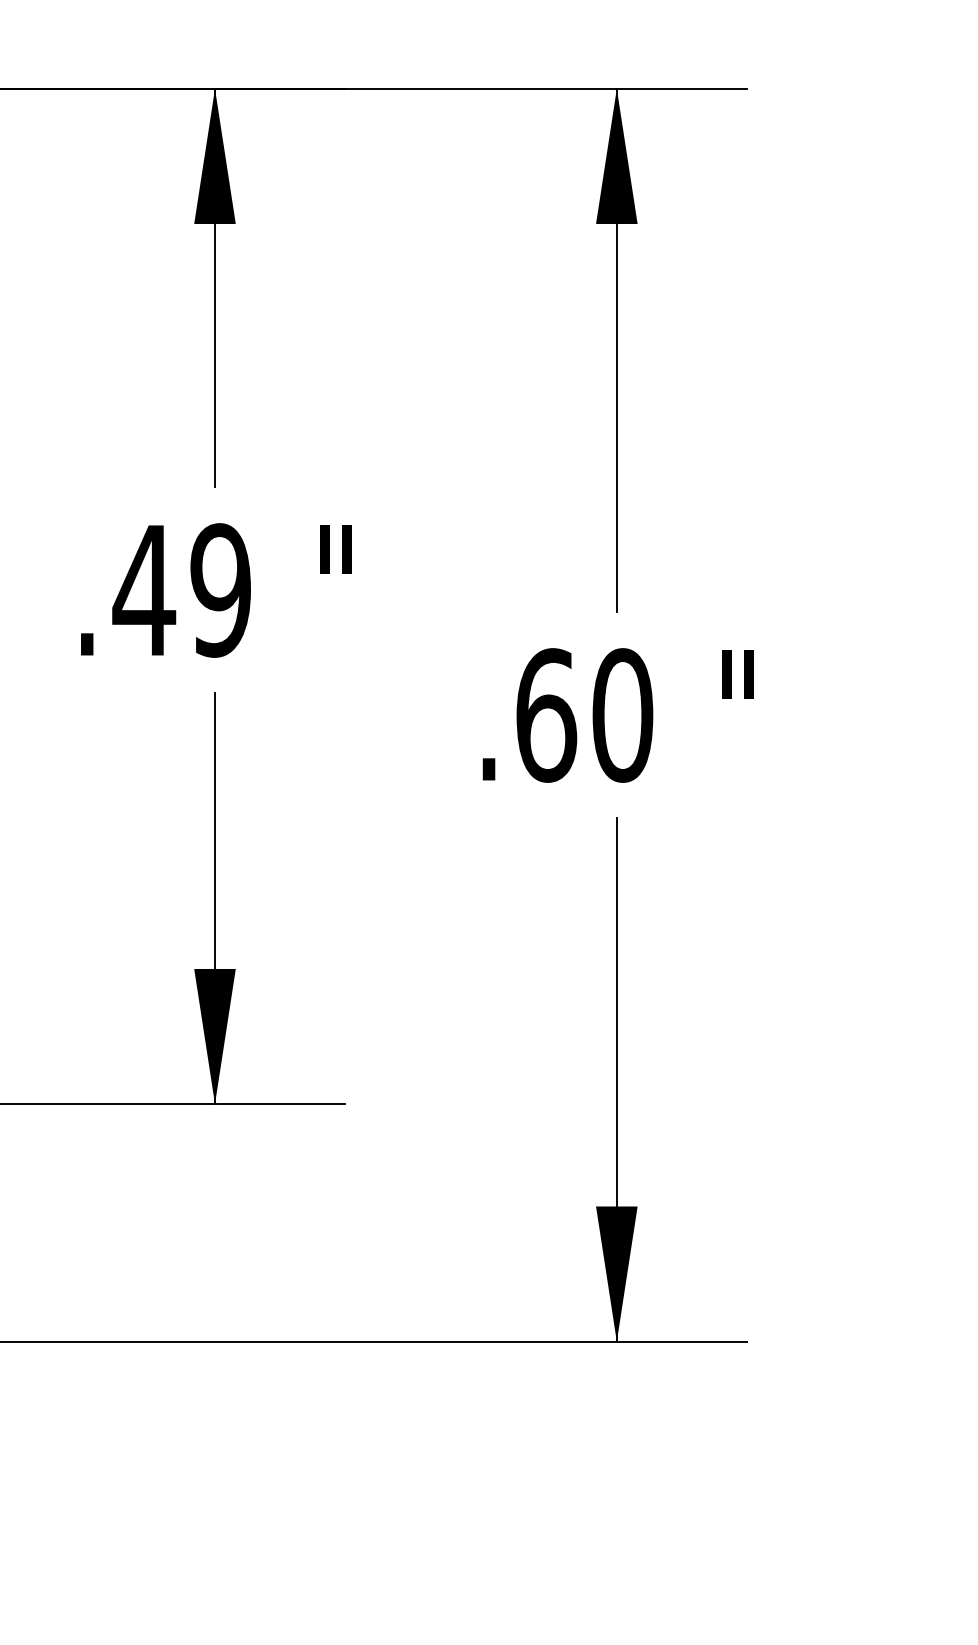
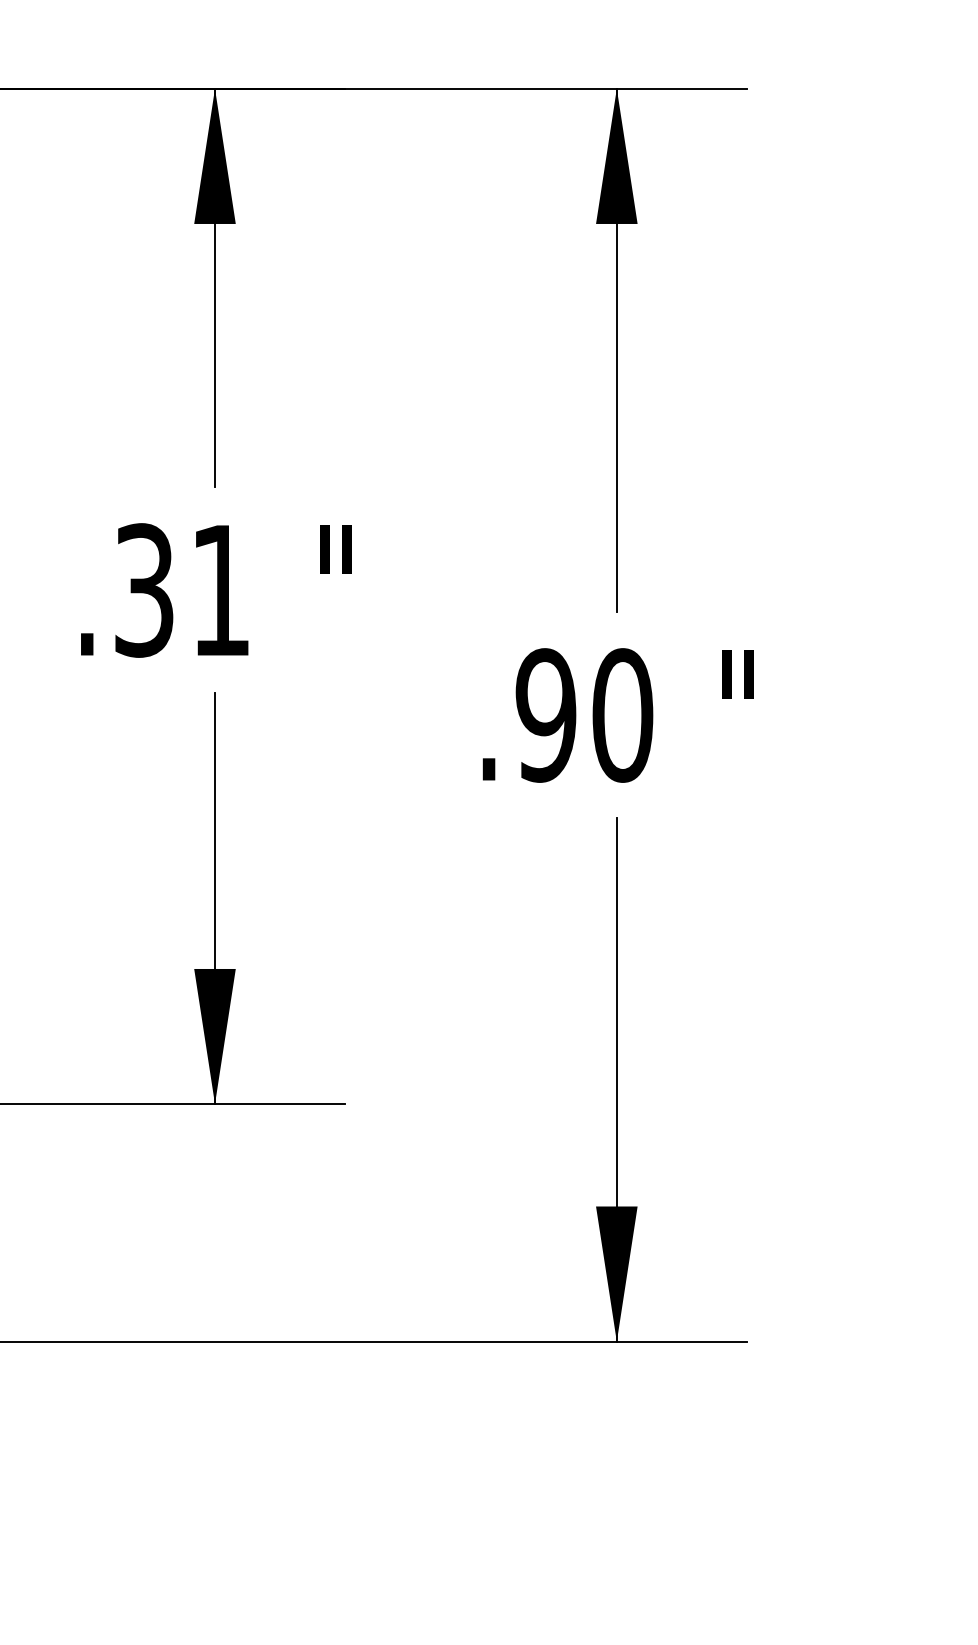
text at (181, 590): .49 -> .31
text at (546, 715): .60 -> .90
